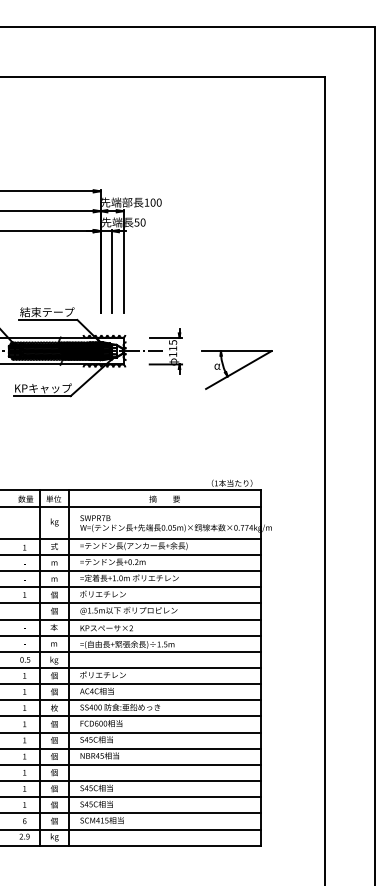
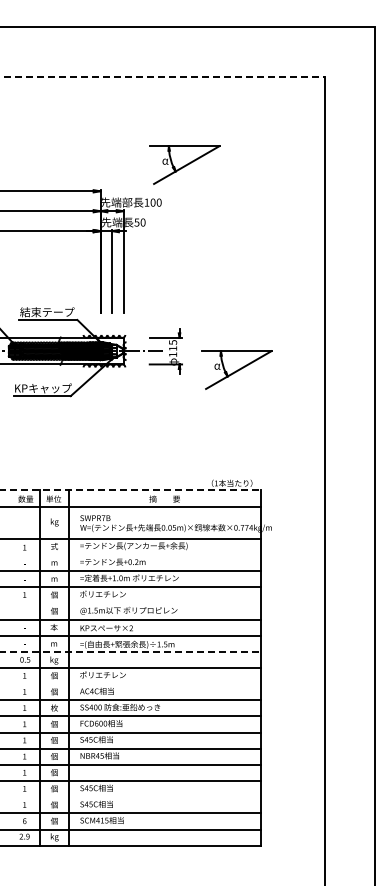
line at (162, 77): solid -> dashed
part at (184, 164): none -> present
line at (131, 490): solid -> dashed
line at (131, 554): present -> none
line at (131, 603): present -> none
line at (131, 651): solid -> dashed
line at (131, 684): present -> none
line at (131, 797): present -> none
